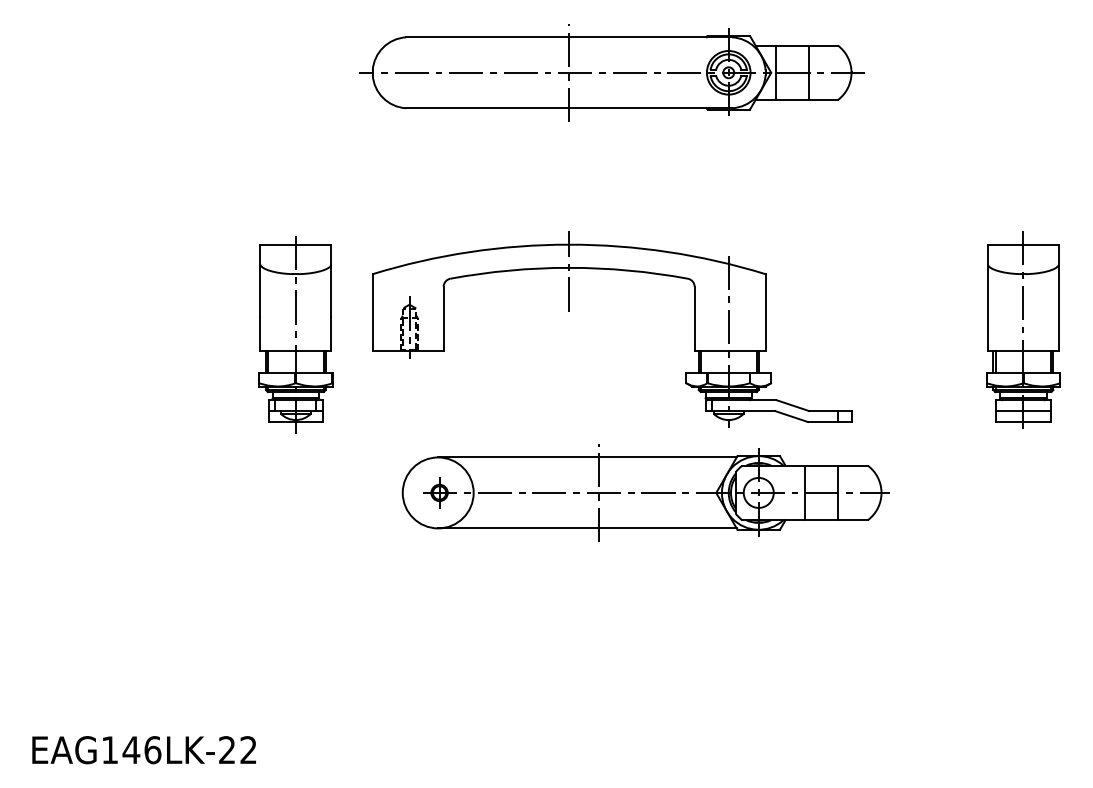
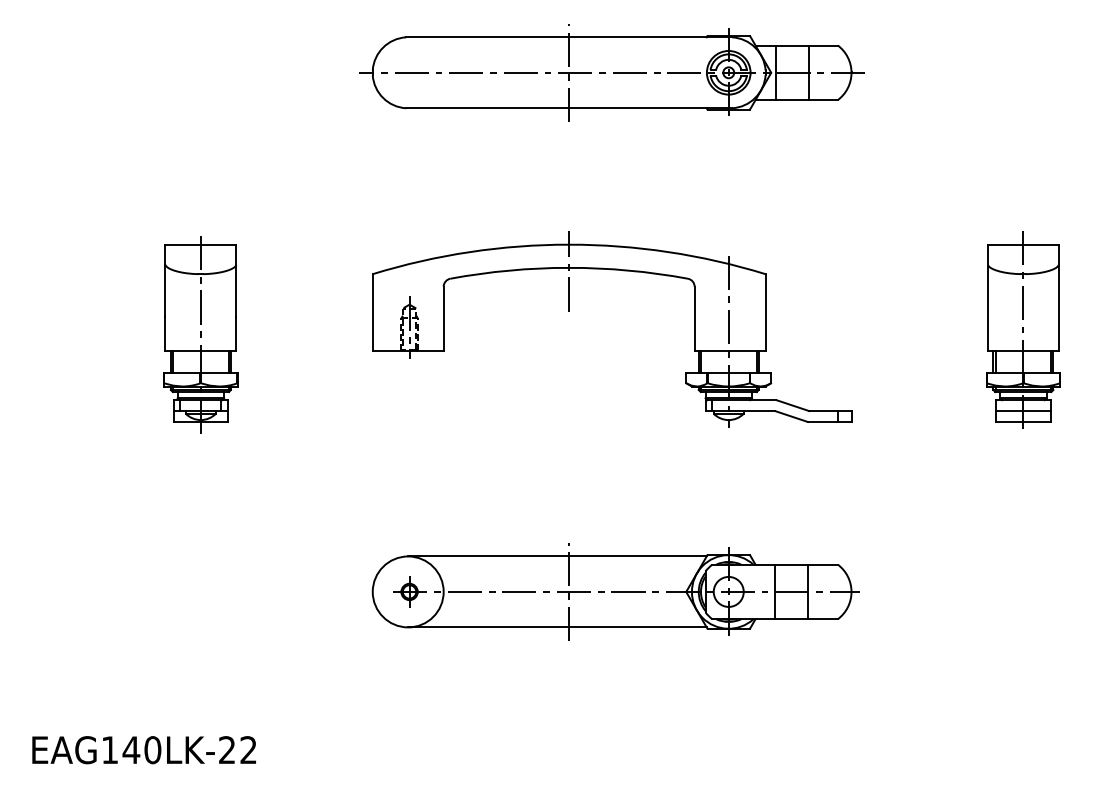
part at (295, 334) position: (295, 334) -> (200, 334)
part at (645, 492) position: (645, 492) -> (615, 591)
text at (152, 749): EAG146LK-22 -> EAG140LK-22
